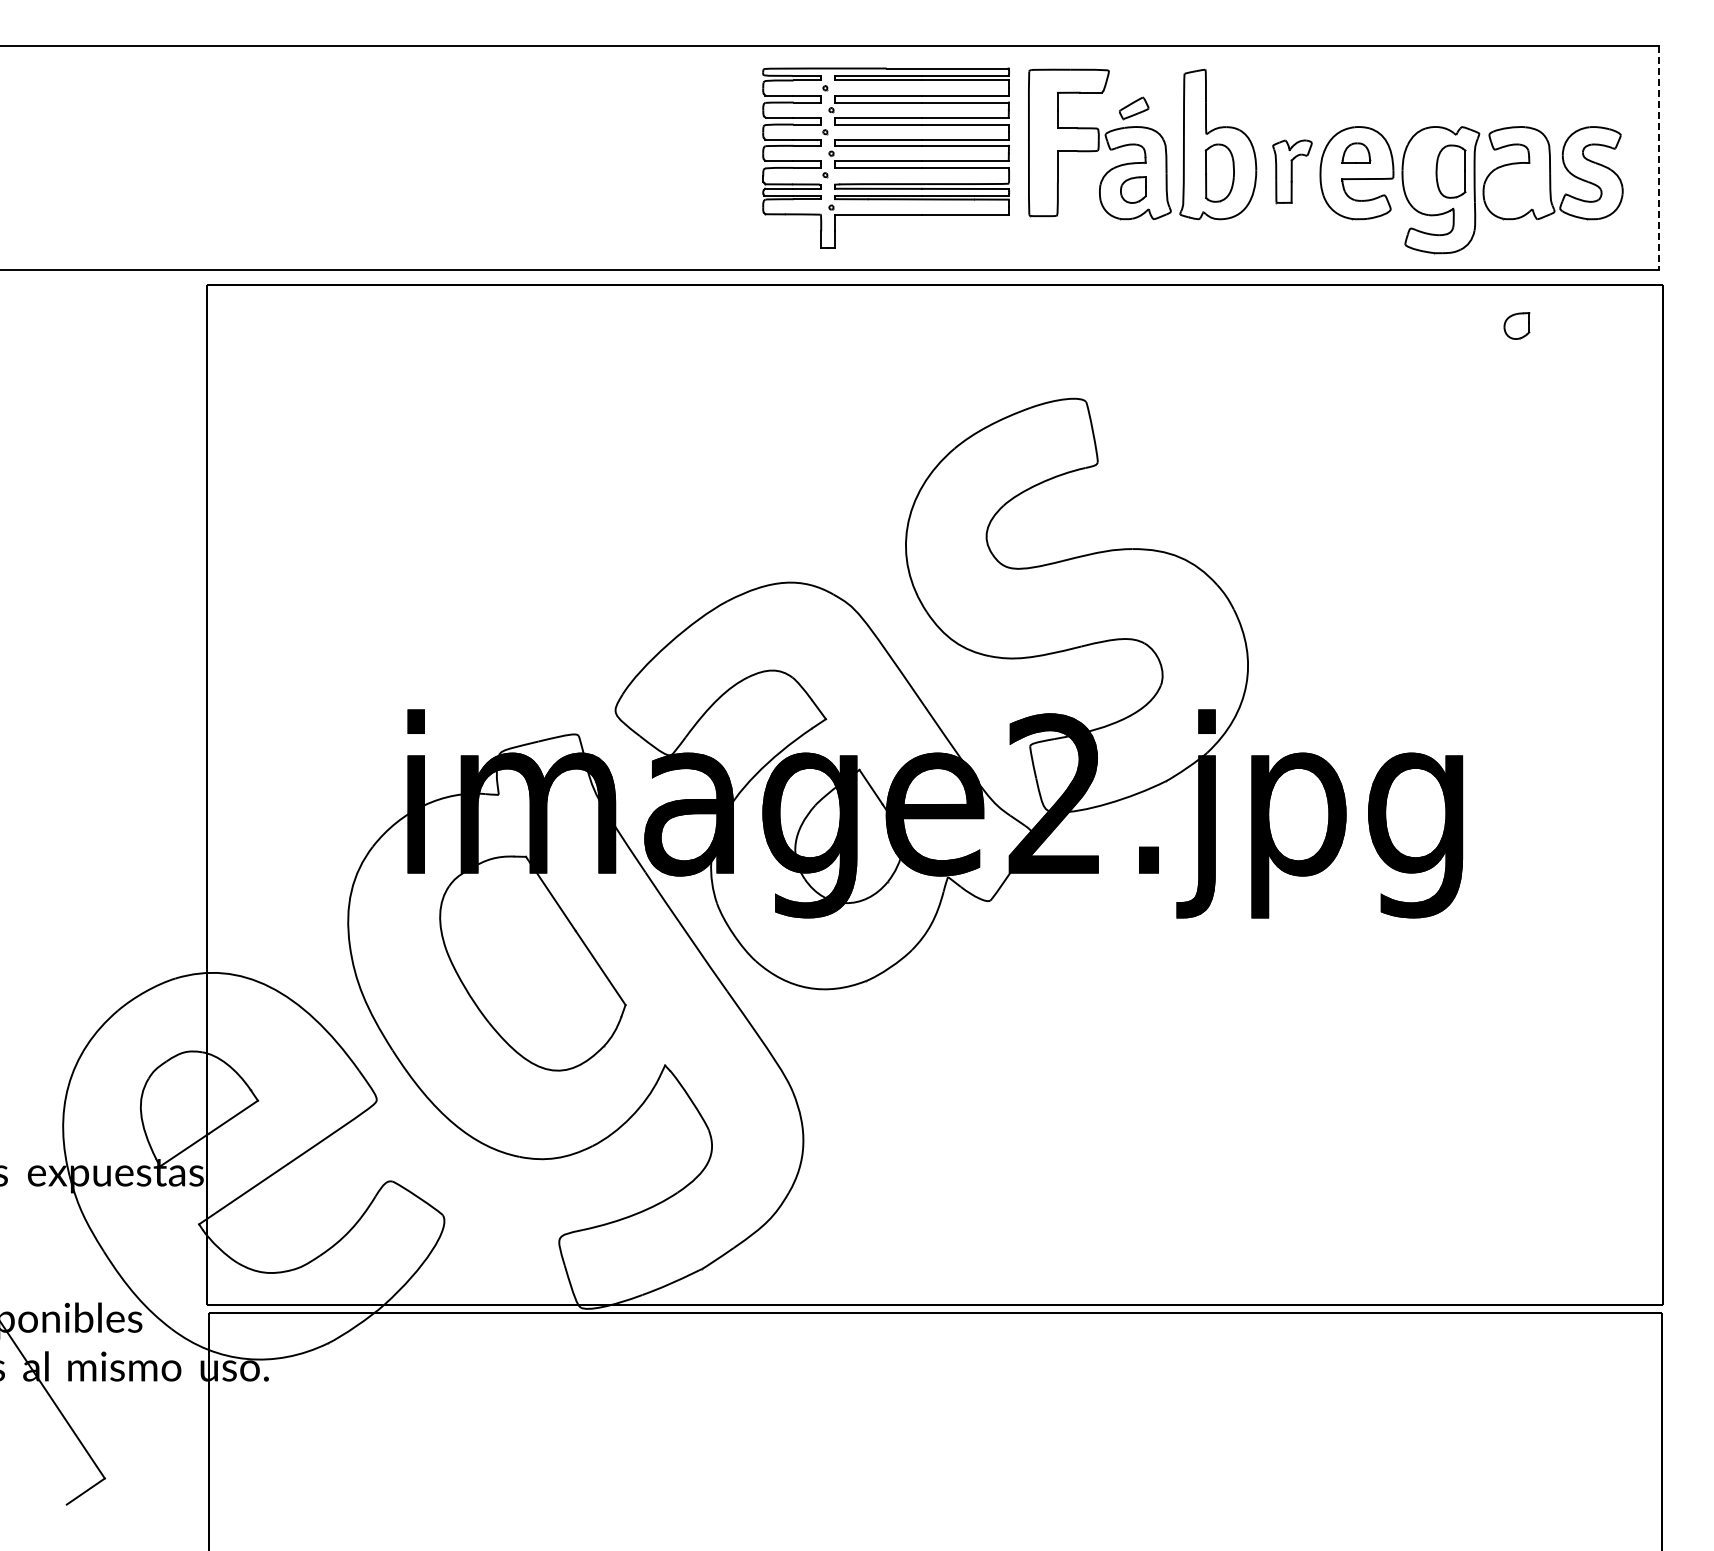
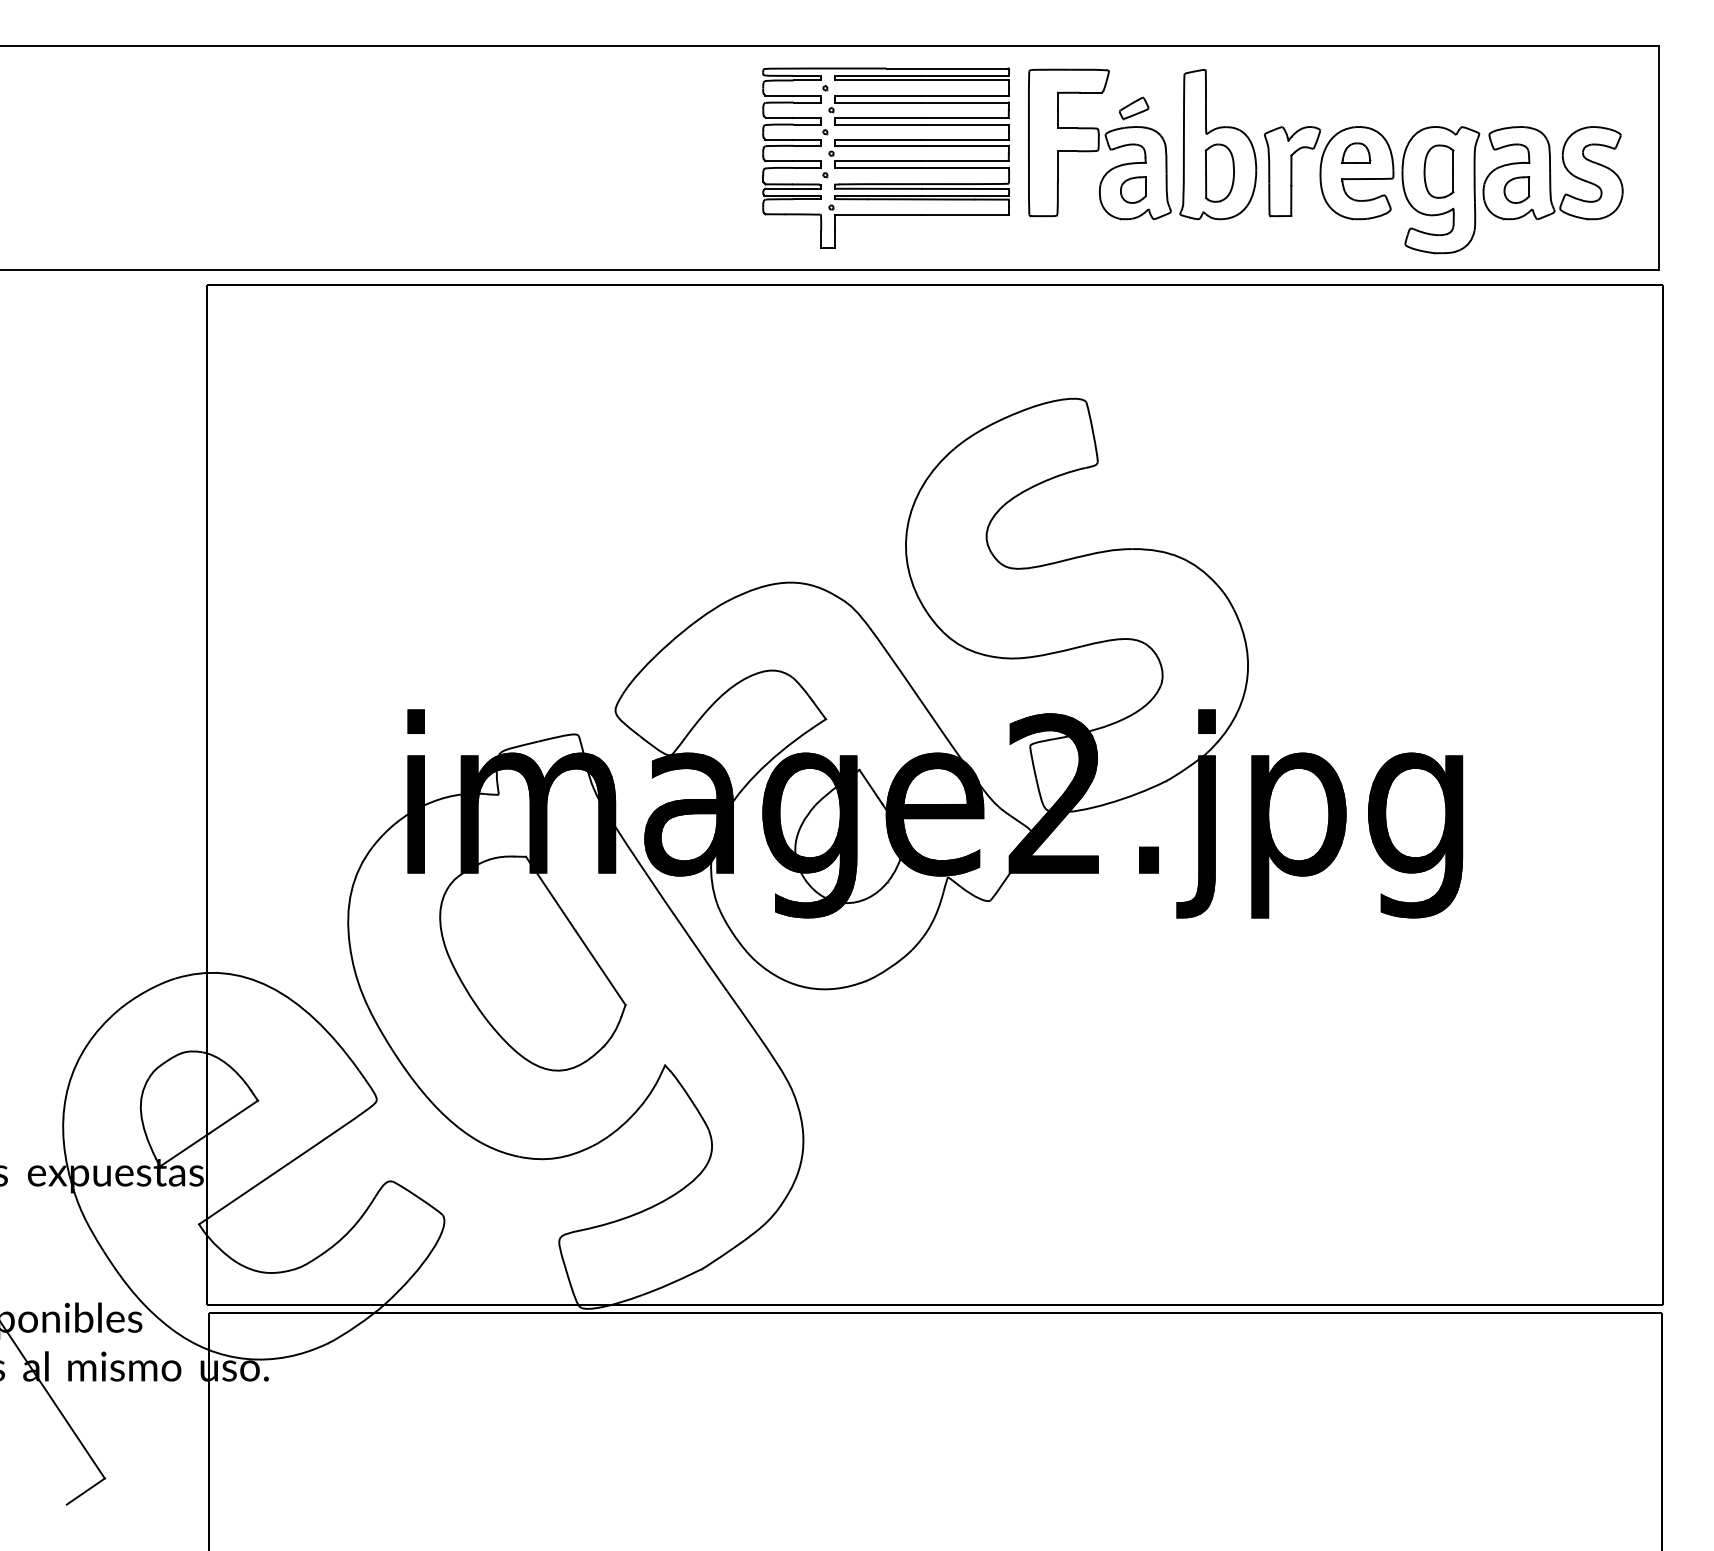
line at (1659, 158): dashed -> solid
part at (1292, 171) size: 41x66 px -> 57x92 px
part at (1450, 171) position: (1450, 171) -> (1438, 171)
part at (1516, 325) position: (1516, 325) -> (1516, 189)
